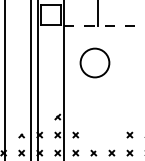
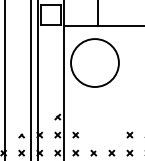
line at (104, 26): dashed -> solid
circle at (94, 62) diameter: 29 px -> 48 px
